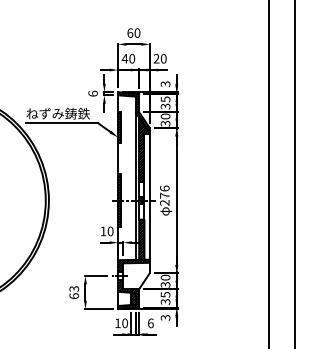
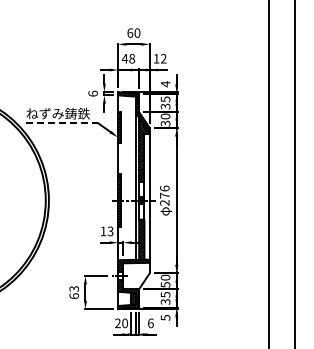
text at (159, 58): 20 -> 12
text at (132, 59): 40 -> 48
text at (165, 84): 3 -> 4
line at (62, 123): solid -> dashed
text at (110, 231): 10 -> 13
text at (164, 284): 30 -> 50
text at (164, 317): 3 -> 5
text at (117, 322): 10 -> 20
